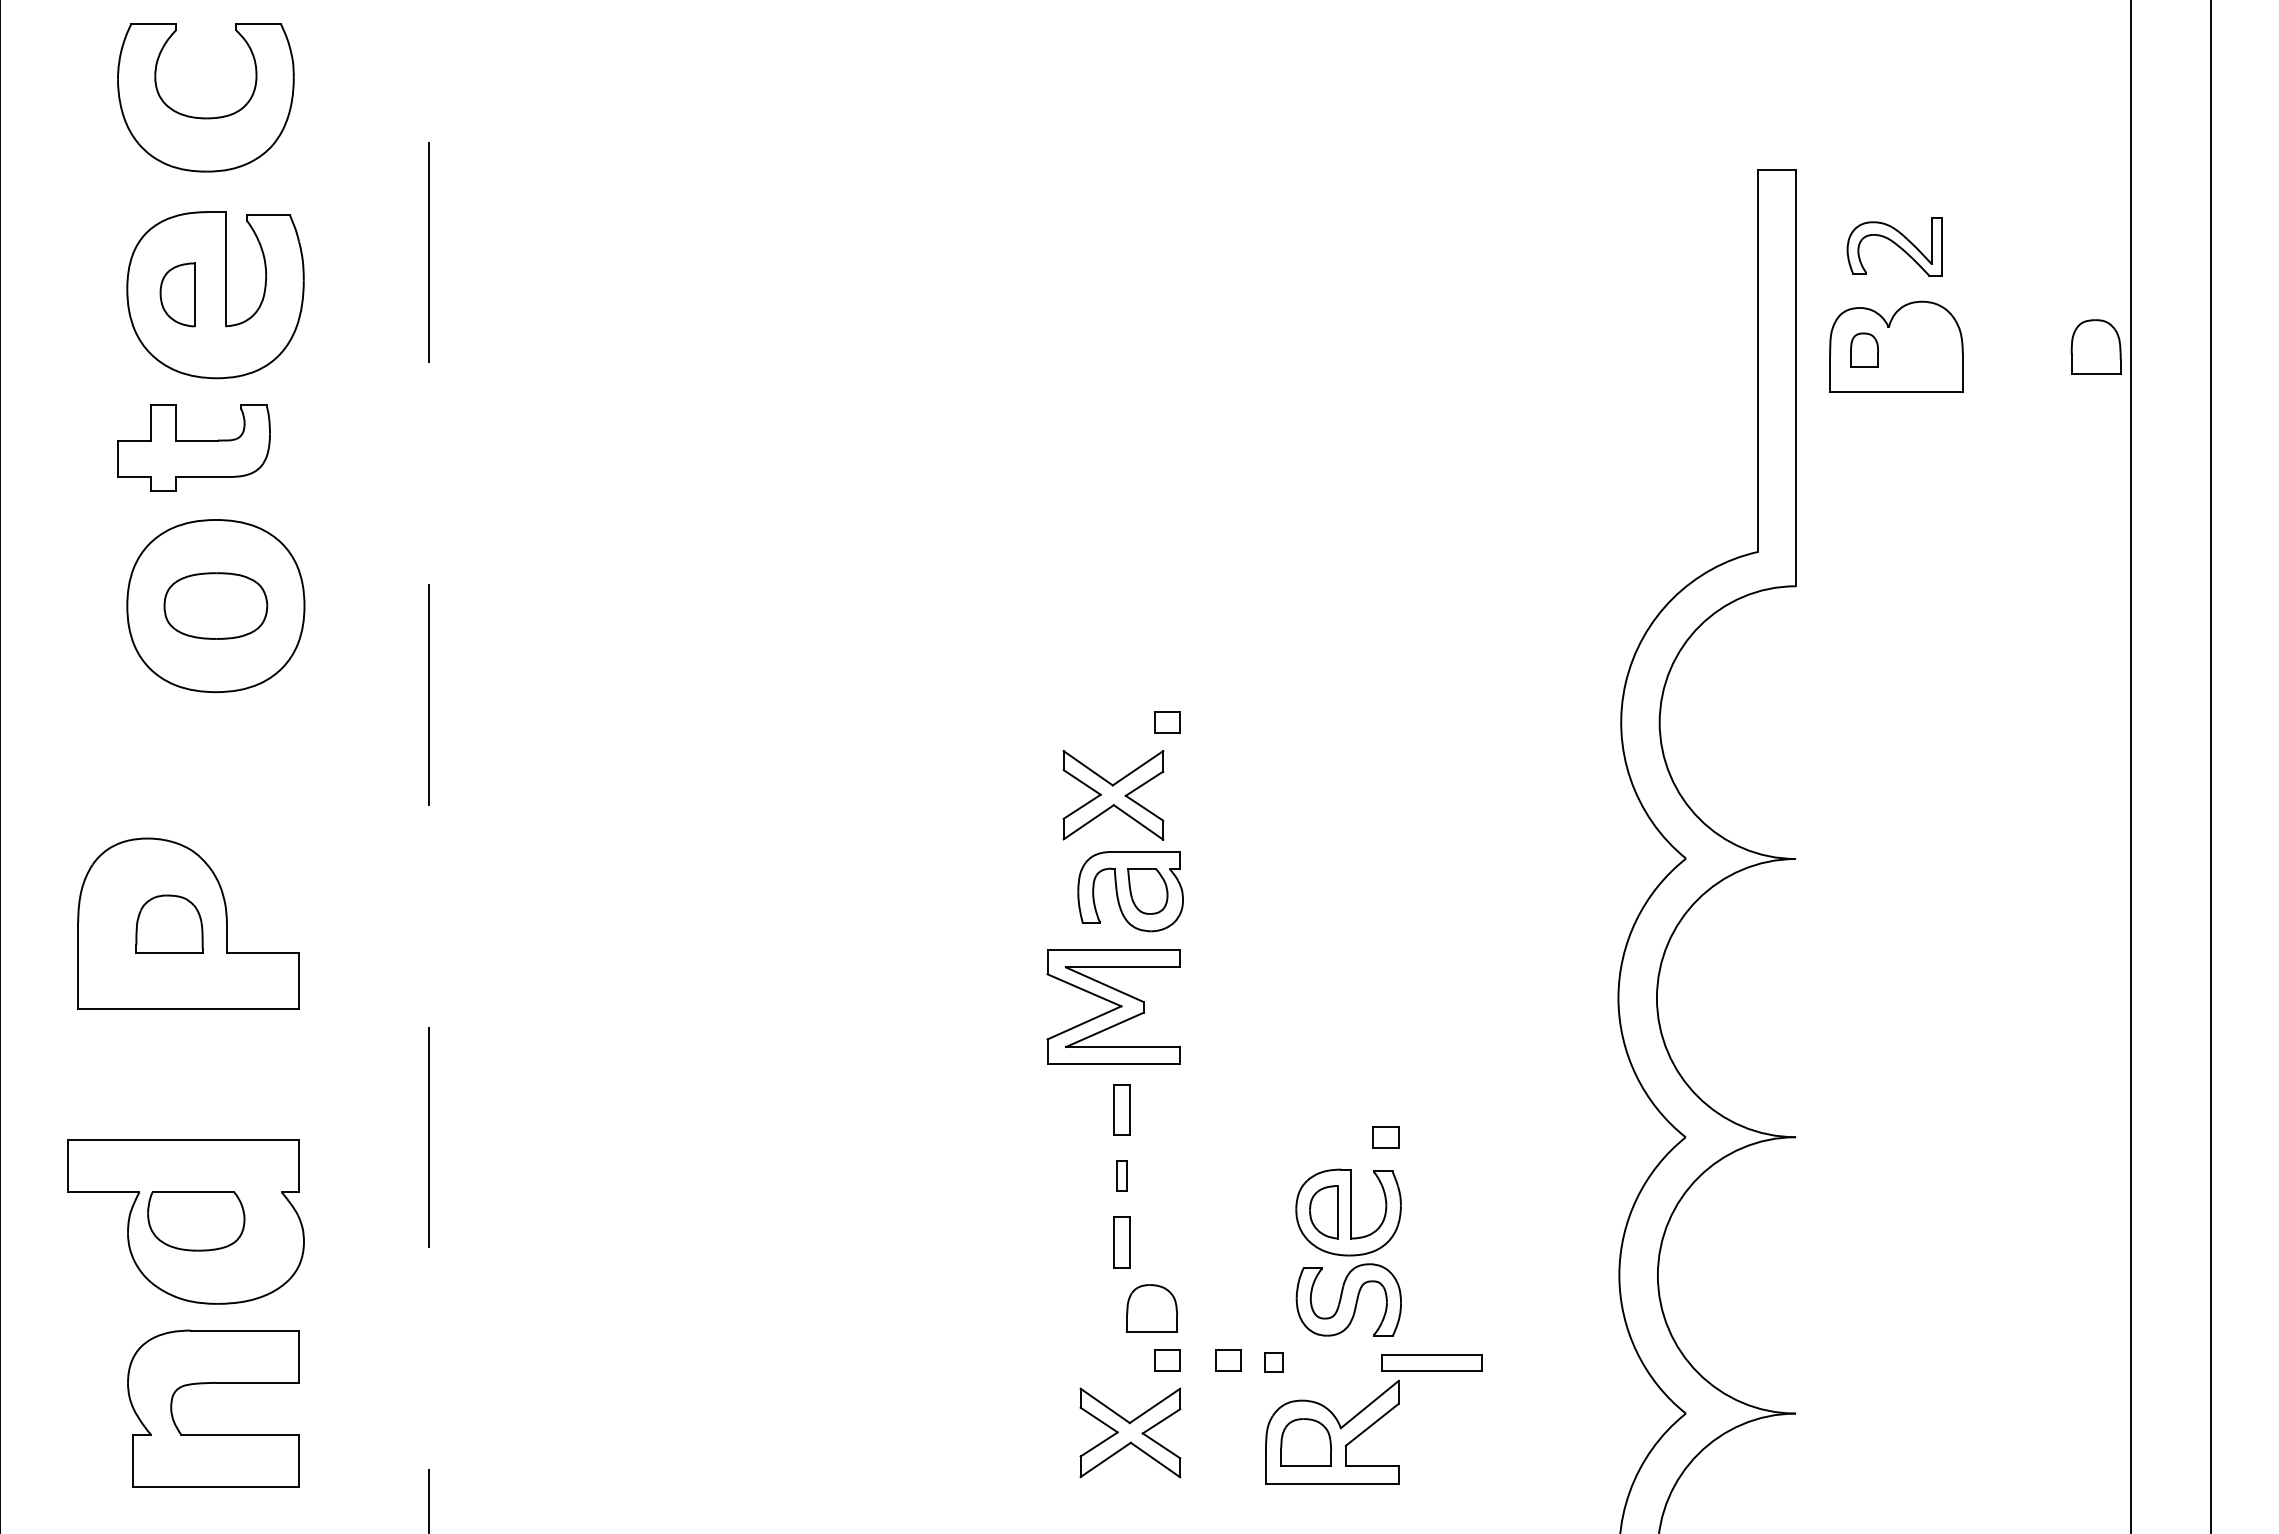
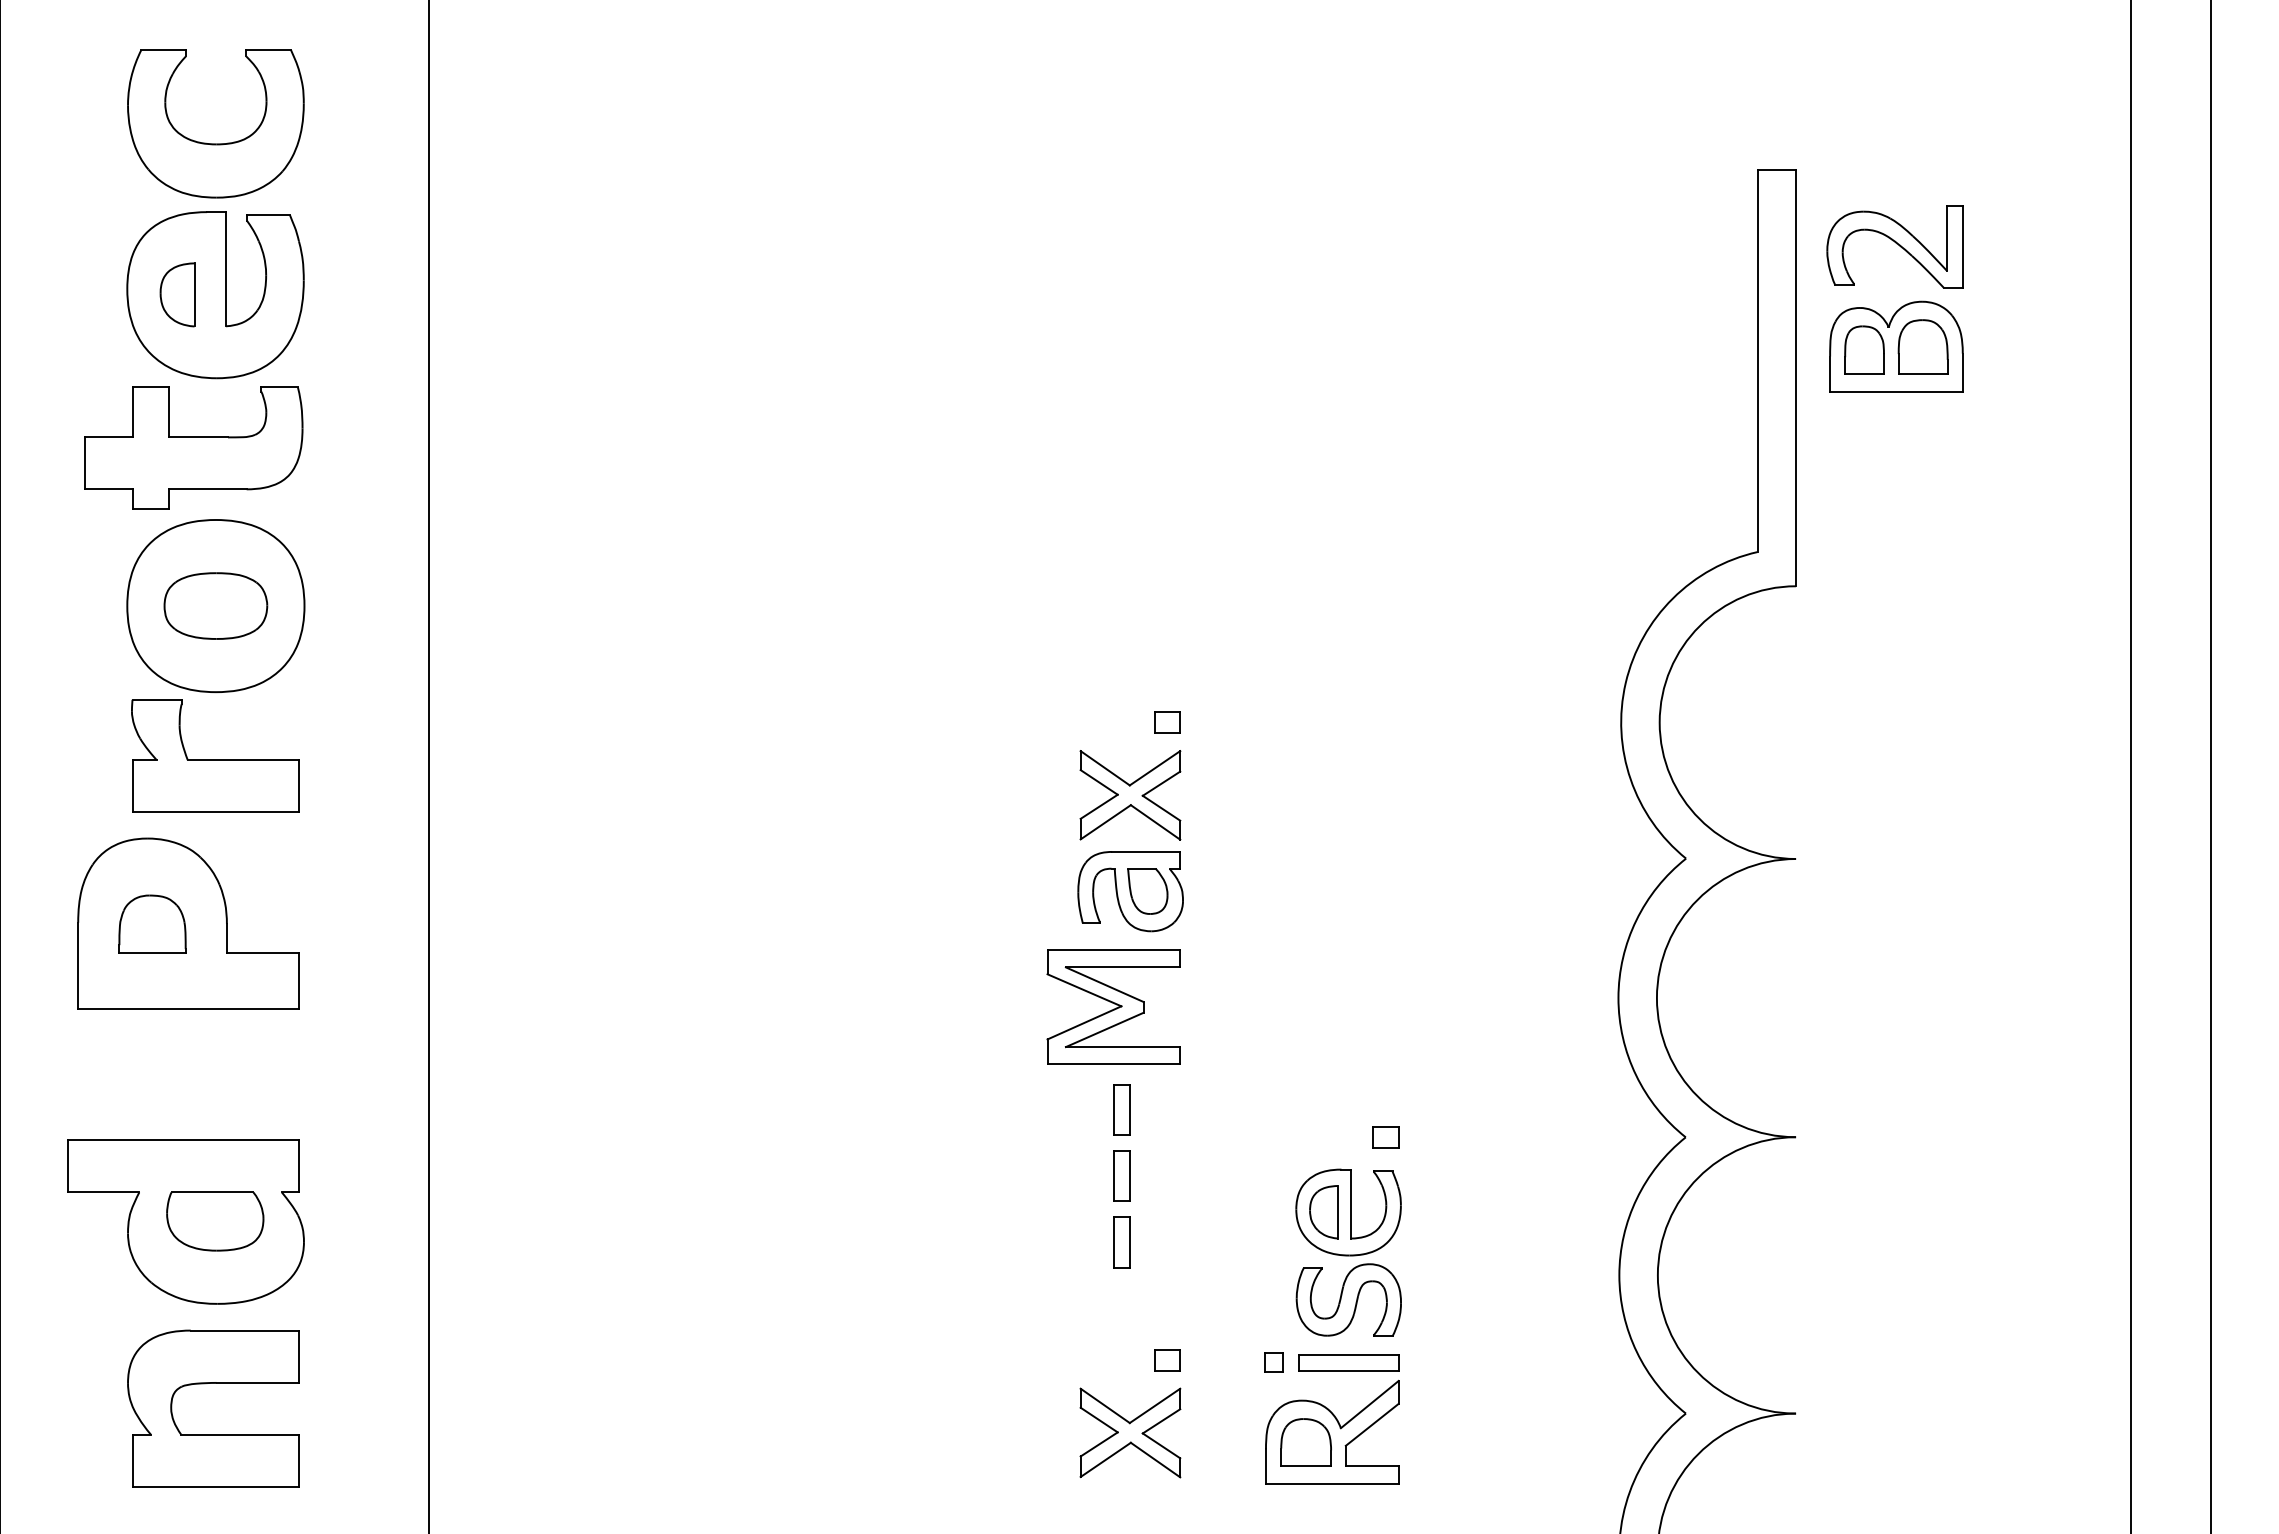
part at (205, 117) position: (205, 117) -> (215, 143)
part at (1894, 246) size: 97x60 px -> 138x84 px
part at (2095, 346) position: (2095, 346) -> (1922, 346)
part at (1864, 349) size: 29x36 px -> 41x50 px
part at (193, 447) size: 154x88 px -> 220x124 px
part at (215, 755): none -> present
line at (428, 766): dashed -> solid
part at (1113, 795) position: (1113, 795) -> (1130, 795)
part at (169, 923) position: (169, 923) -> (152, 923)
part at (1121, 1175) size: 12x32 px -> 18x52 px
part at (196, 1221) position: (196, 1221) -> (215, 1221)
part at (1151, 1308): present -> none
part at (1228, 1360): present -> none
part at (1431, 1362) position: (1431, 1362) -> (1348, 1362)
